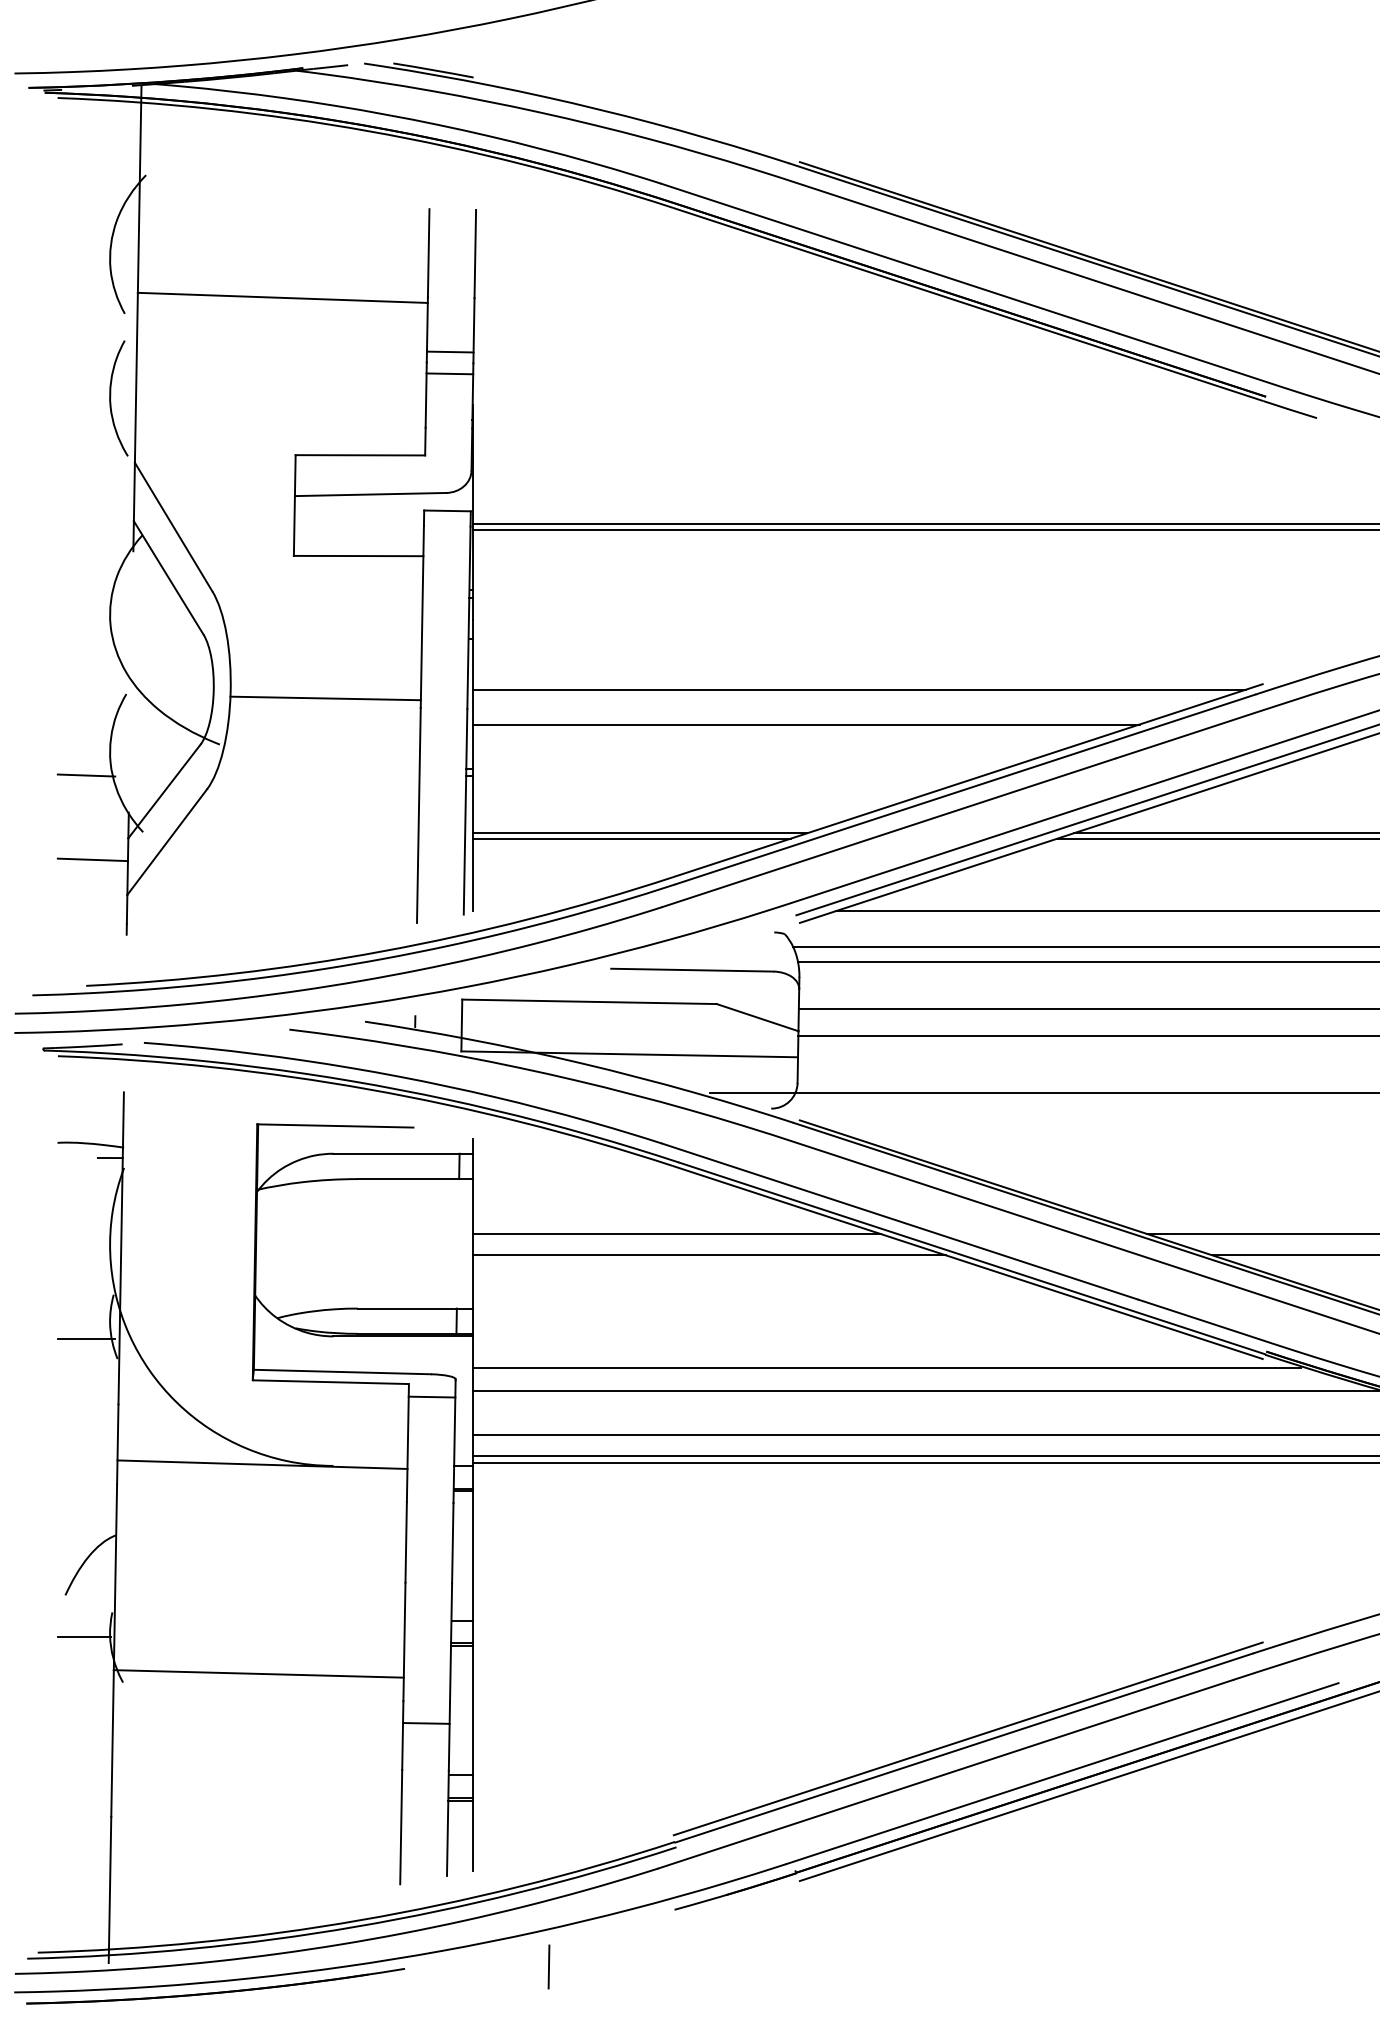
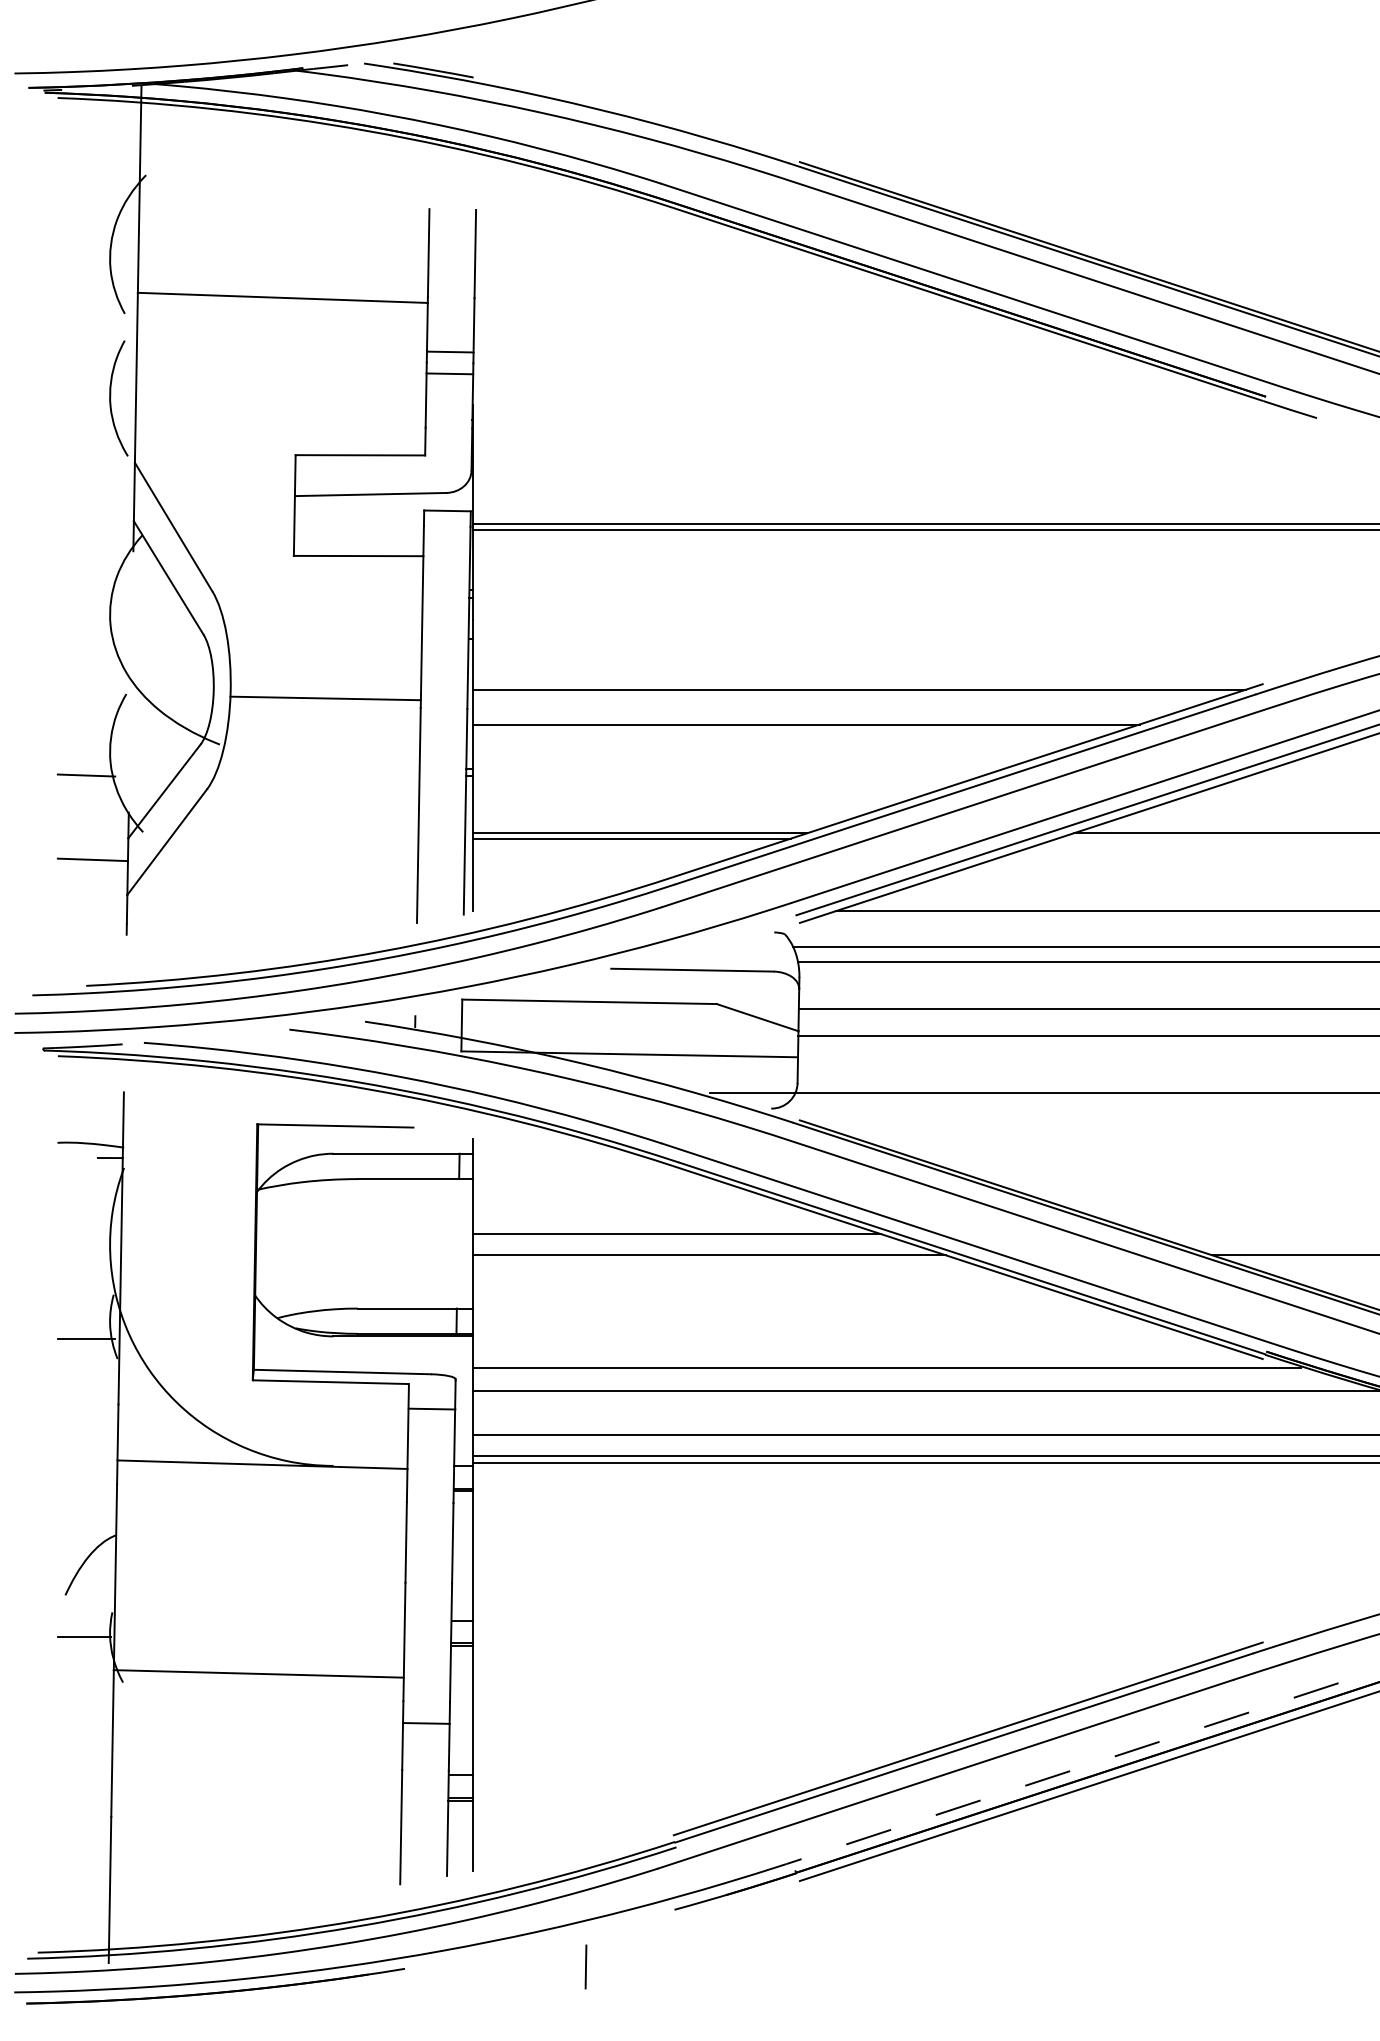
line at (1216, 838): present -> none
line at (1261, 1233): present -> none
line at (431, 1396) position: (431, 1396) -> (431, 1408)
line at (1062, 1773): solid -> dashed
line at (548, 1966) position: (548, 1966) -> (585, 1966)
